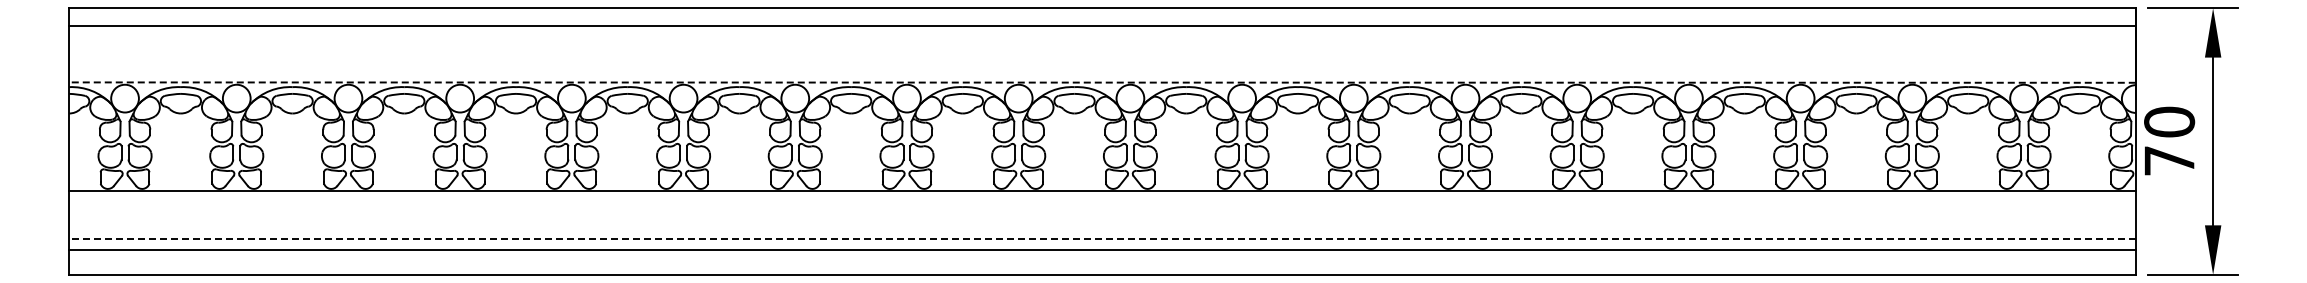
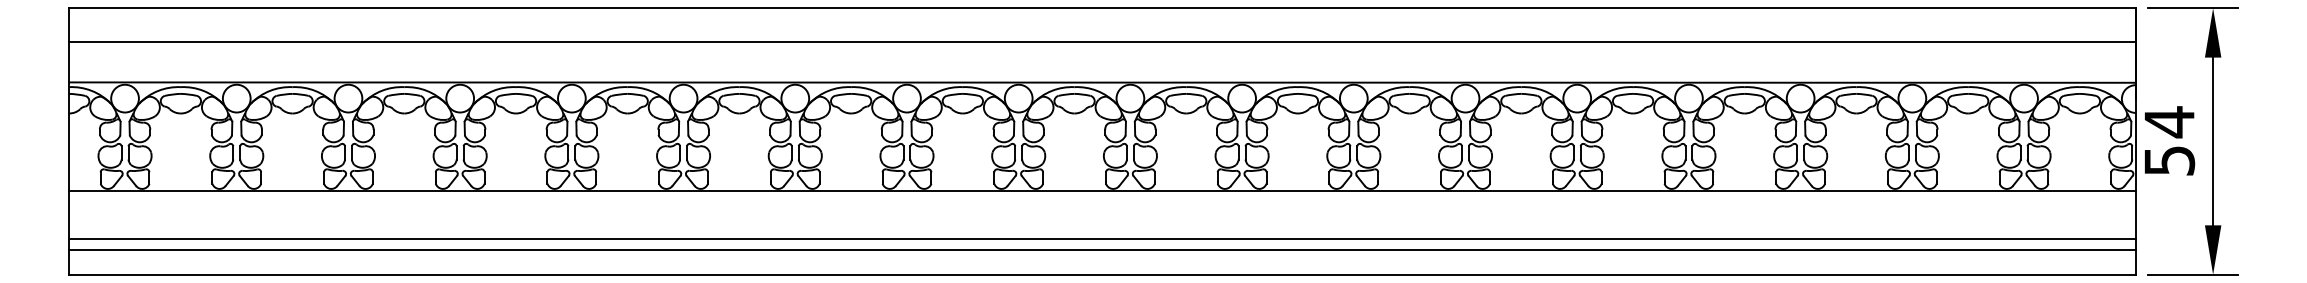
line at (1102, 25) position: (1102, 25) -> (1102, 41)
line at (1101, 82): dashed -> solid
text at (2169, 140): 70 -> 54
line at (1101, 238): dashed -> solid
